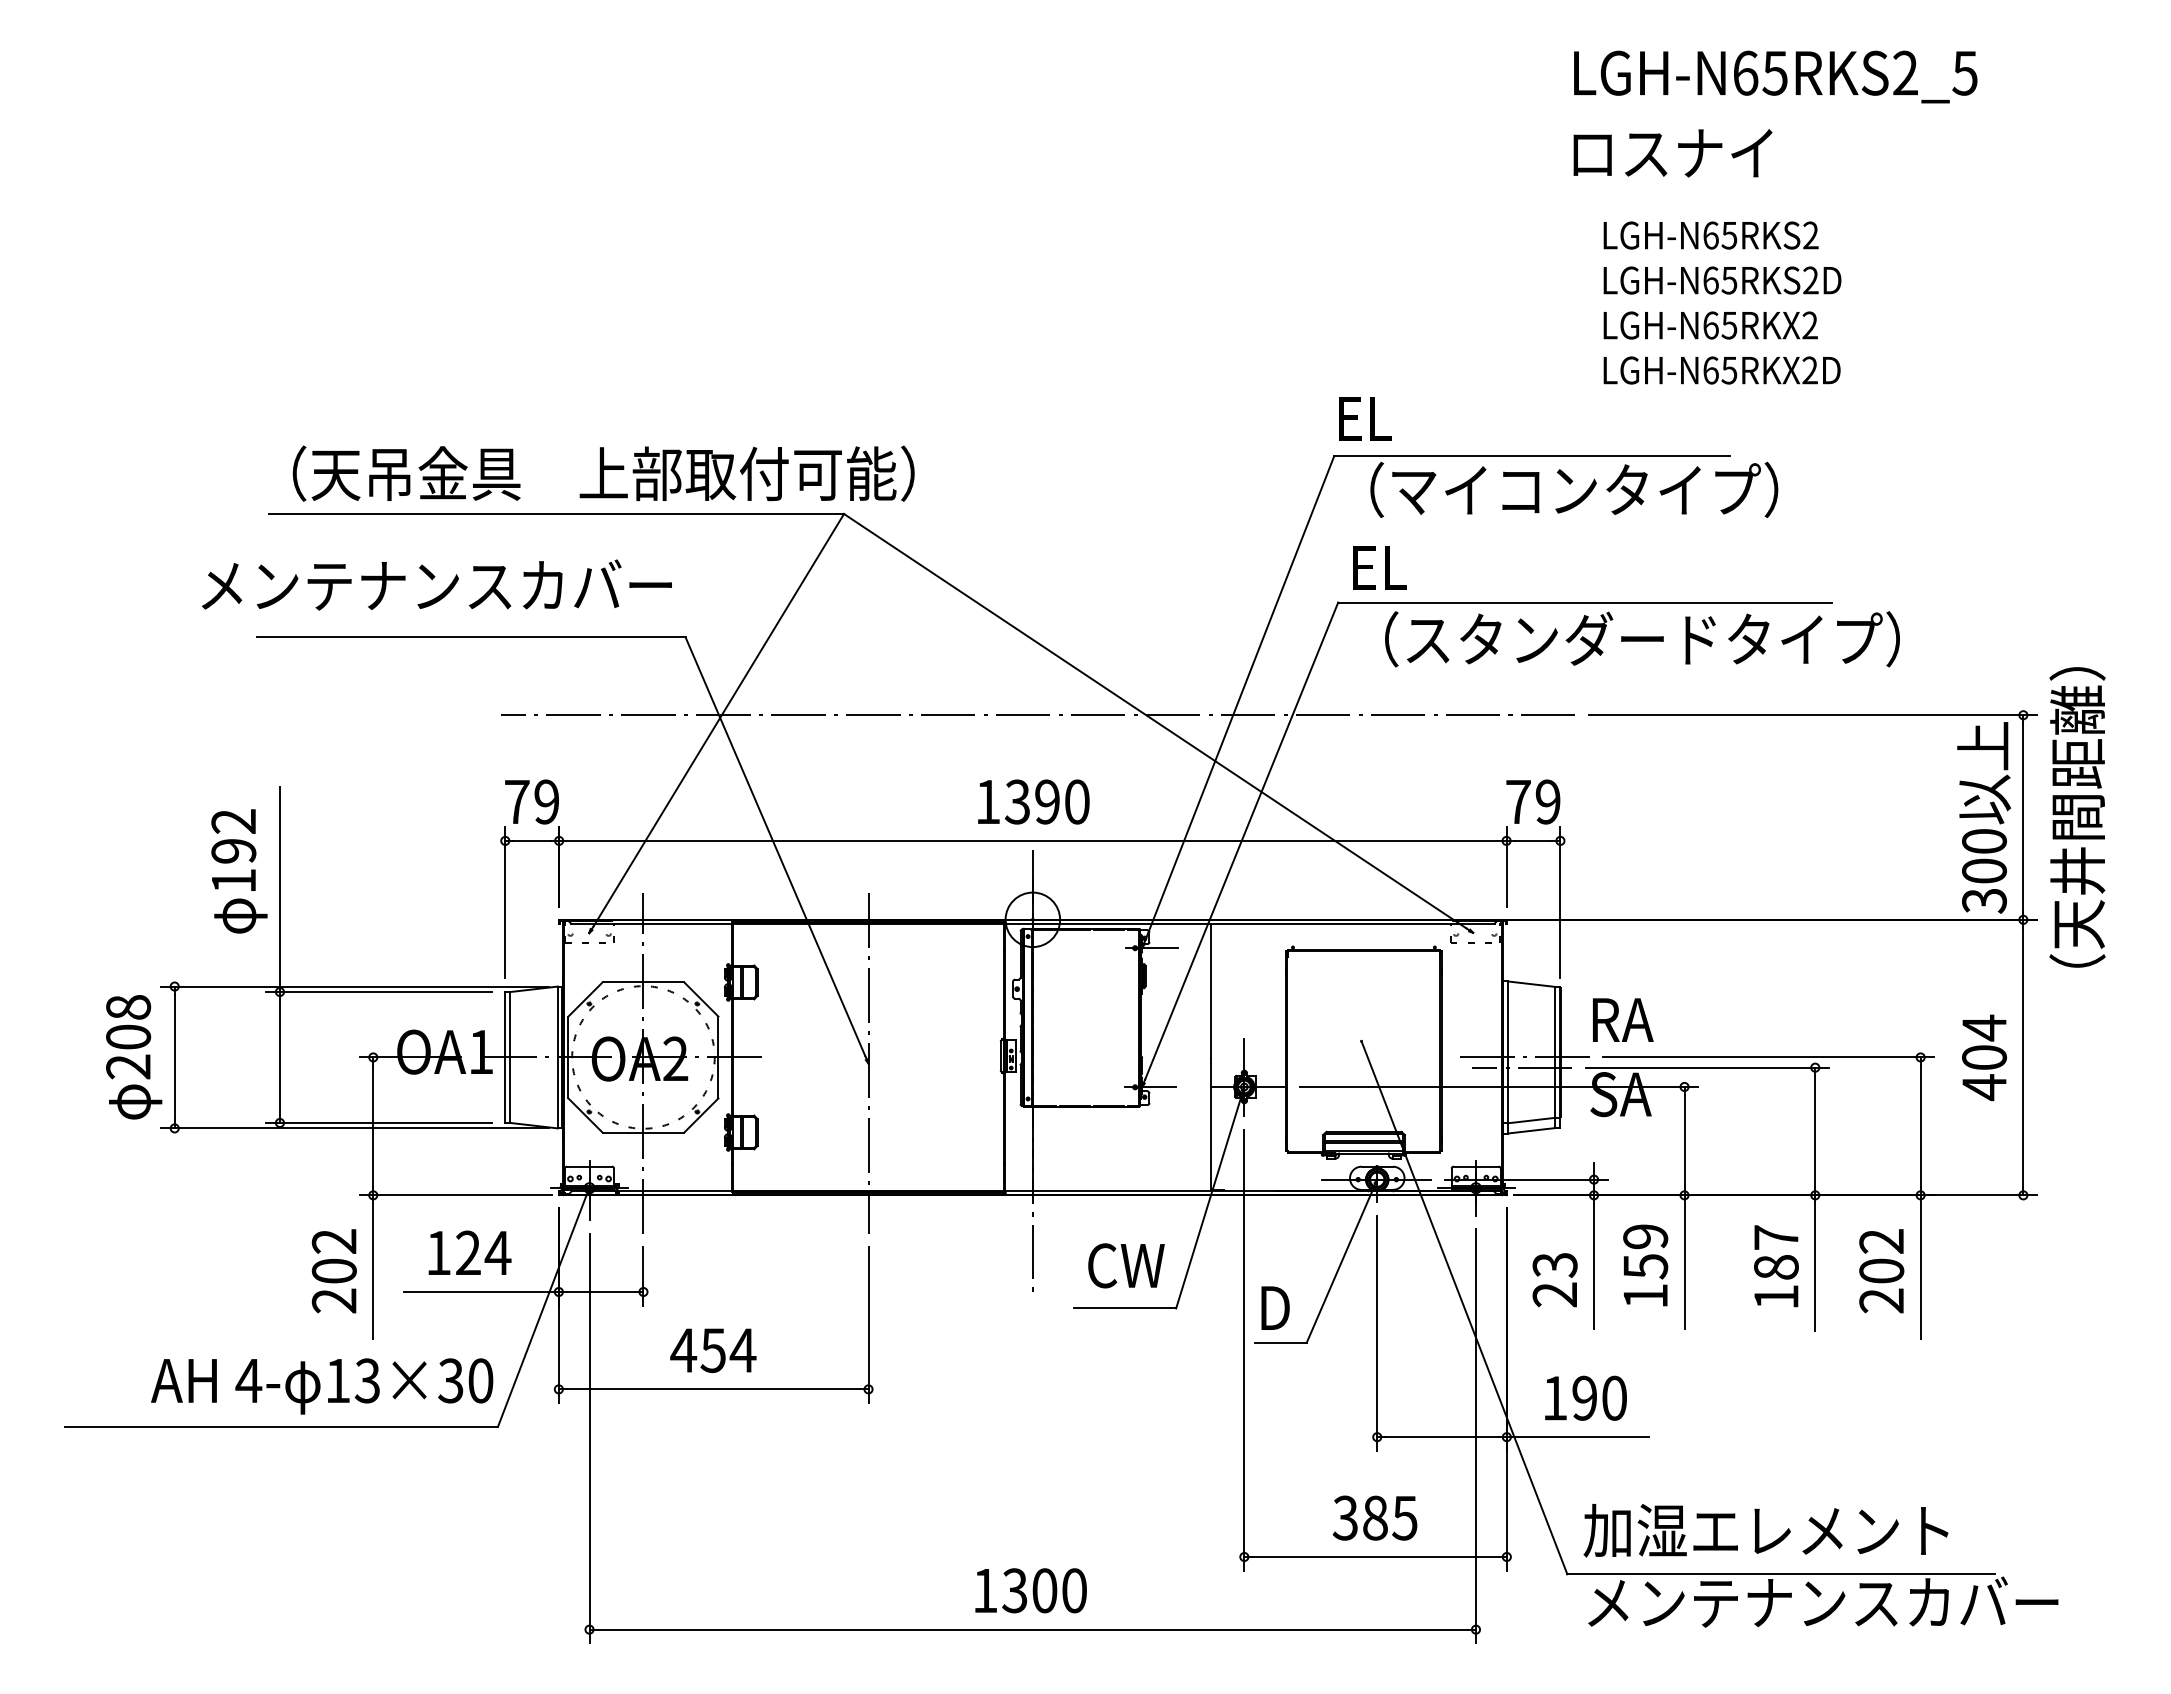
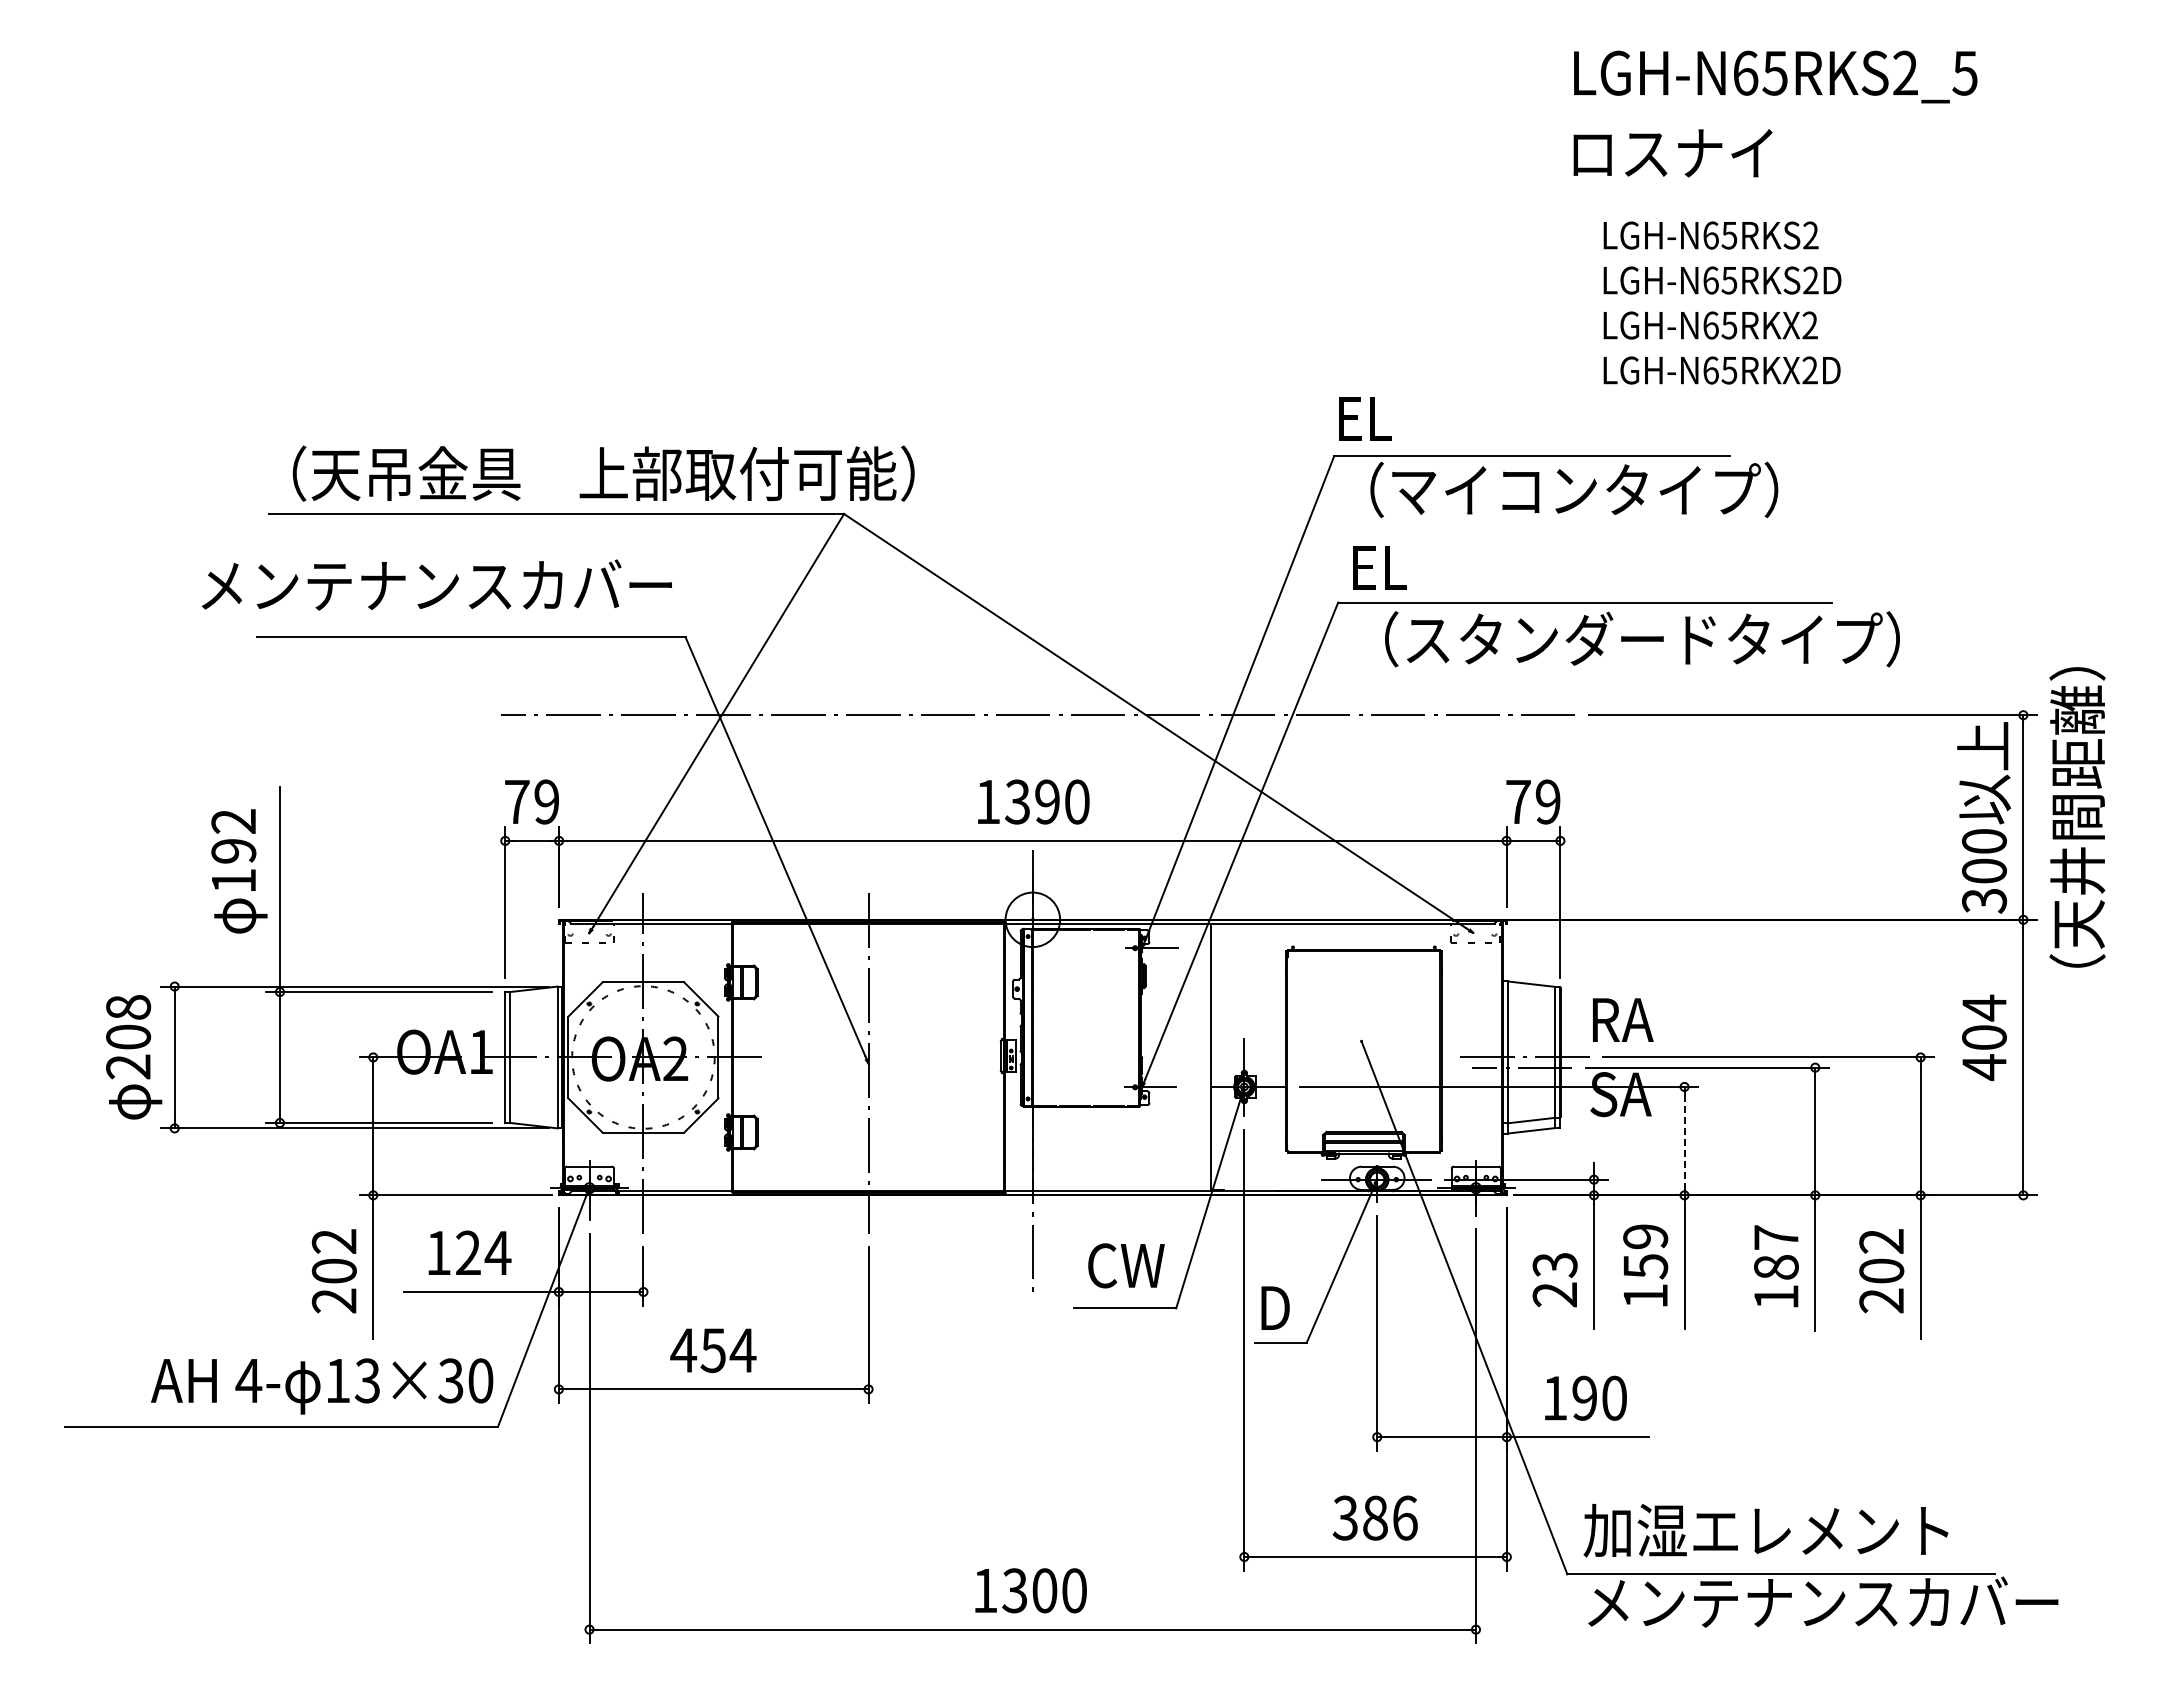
text at (1984, 1057) position: (1984, 1057) -> (1984, 1037)
line at (1684, 1141): solid -> dashed
text at (1404, 1517): 385 -> 386
